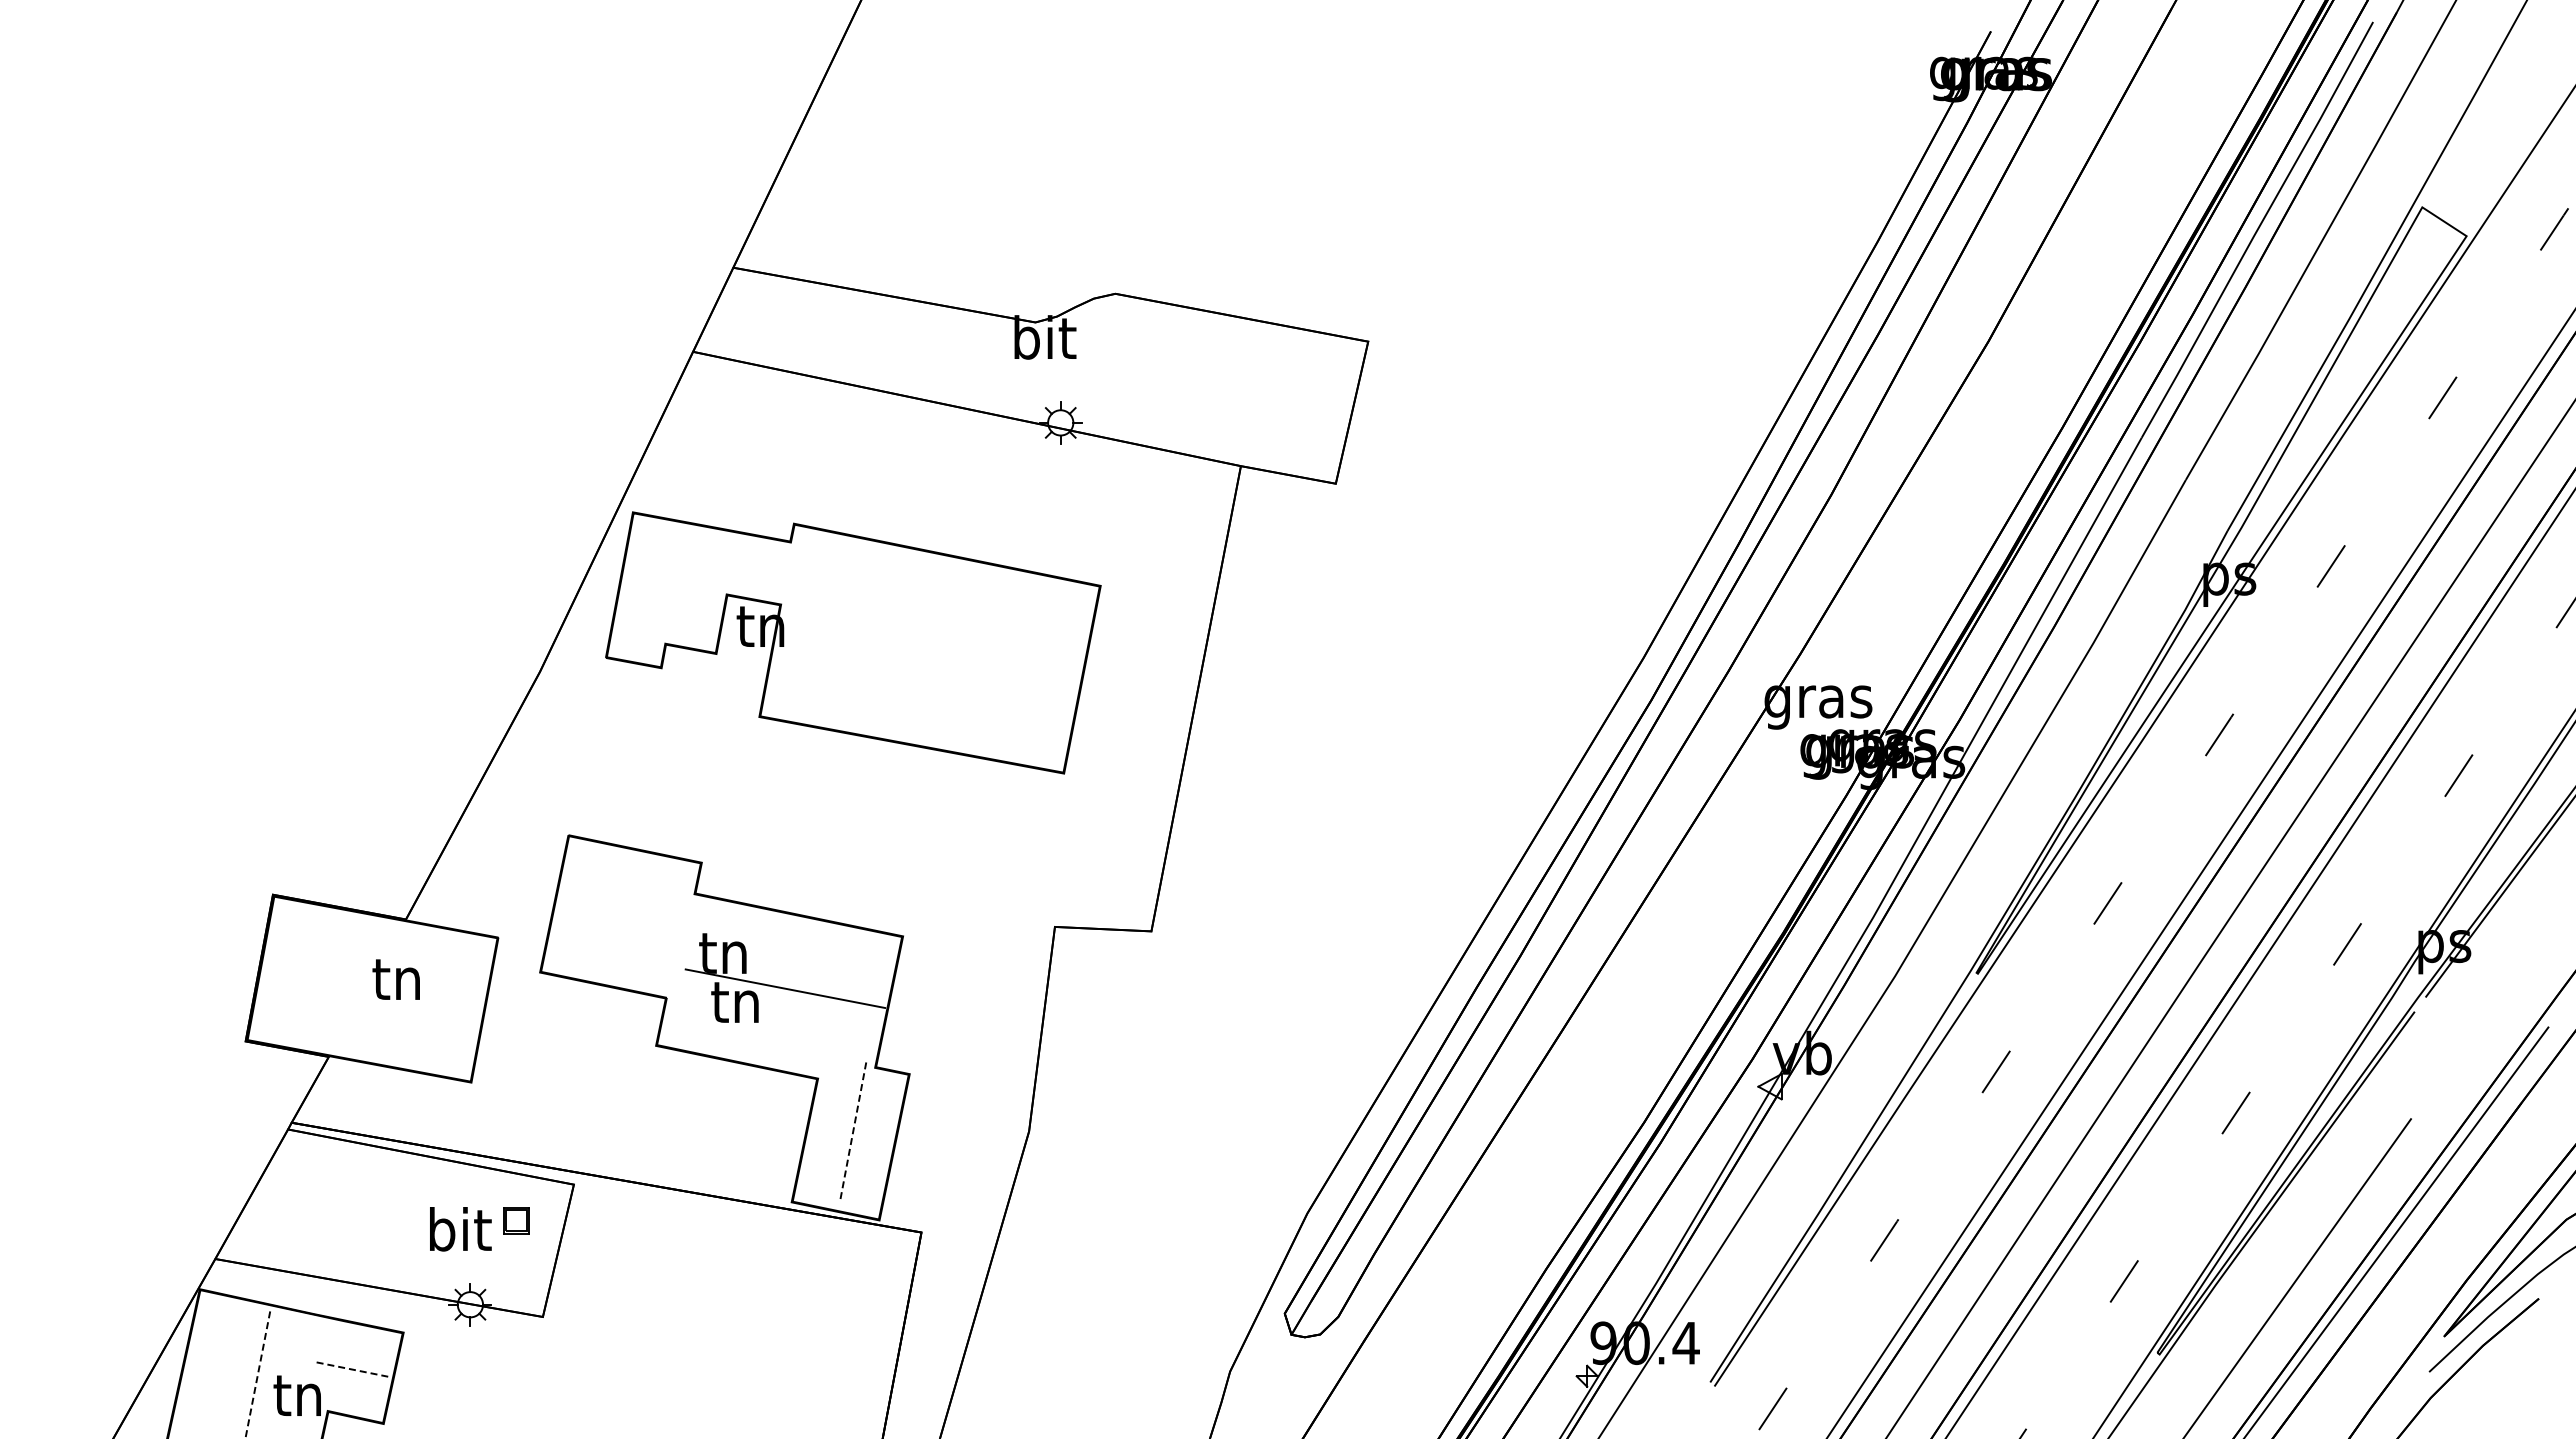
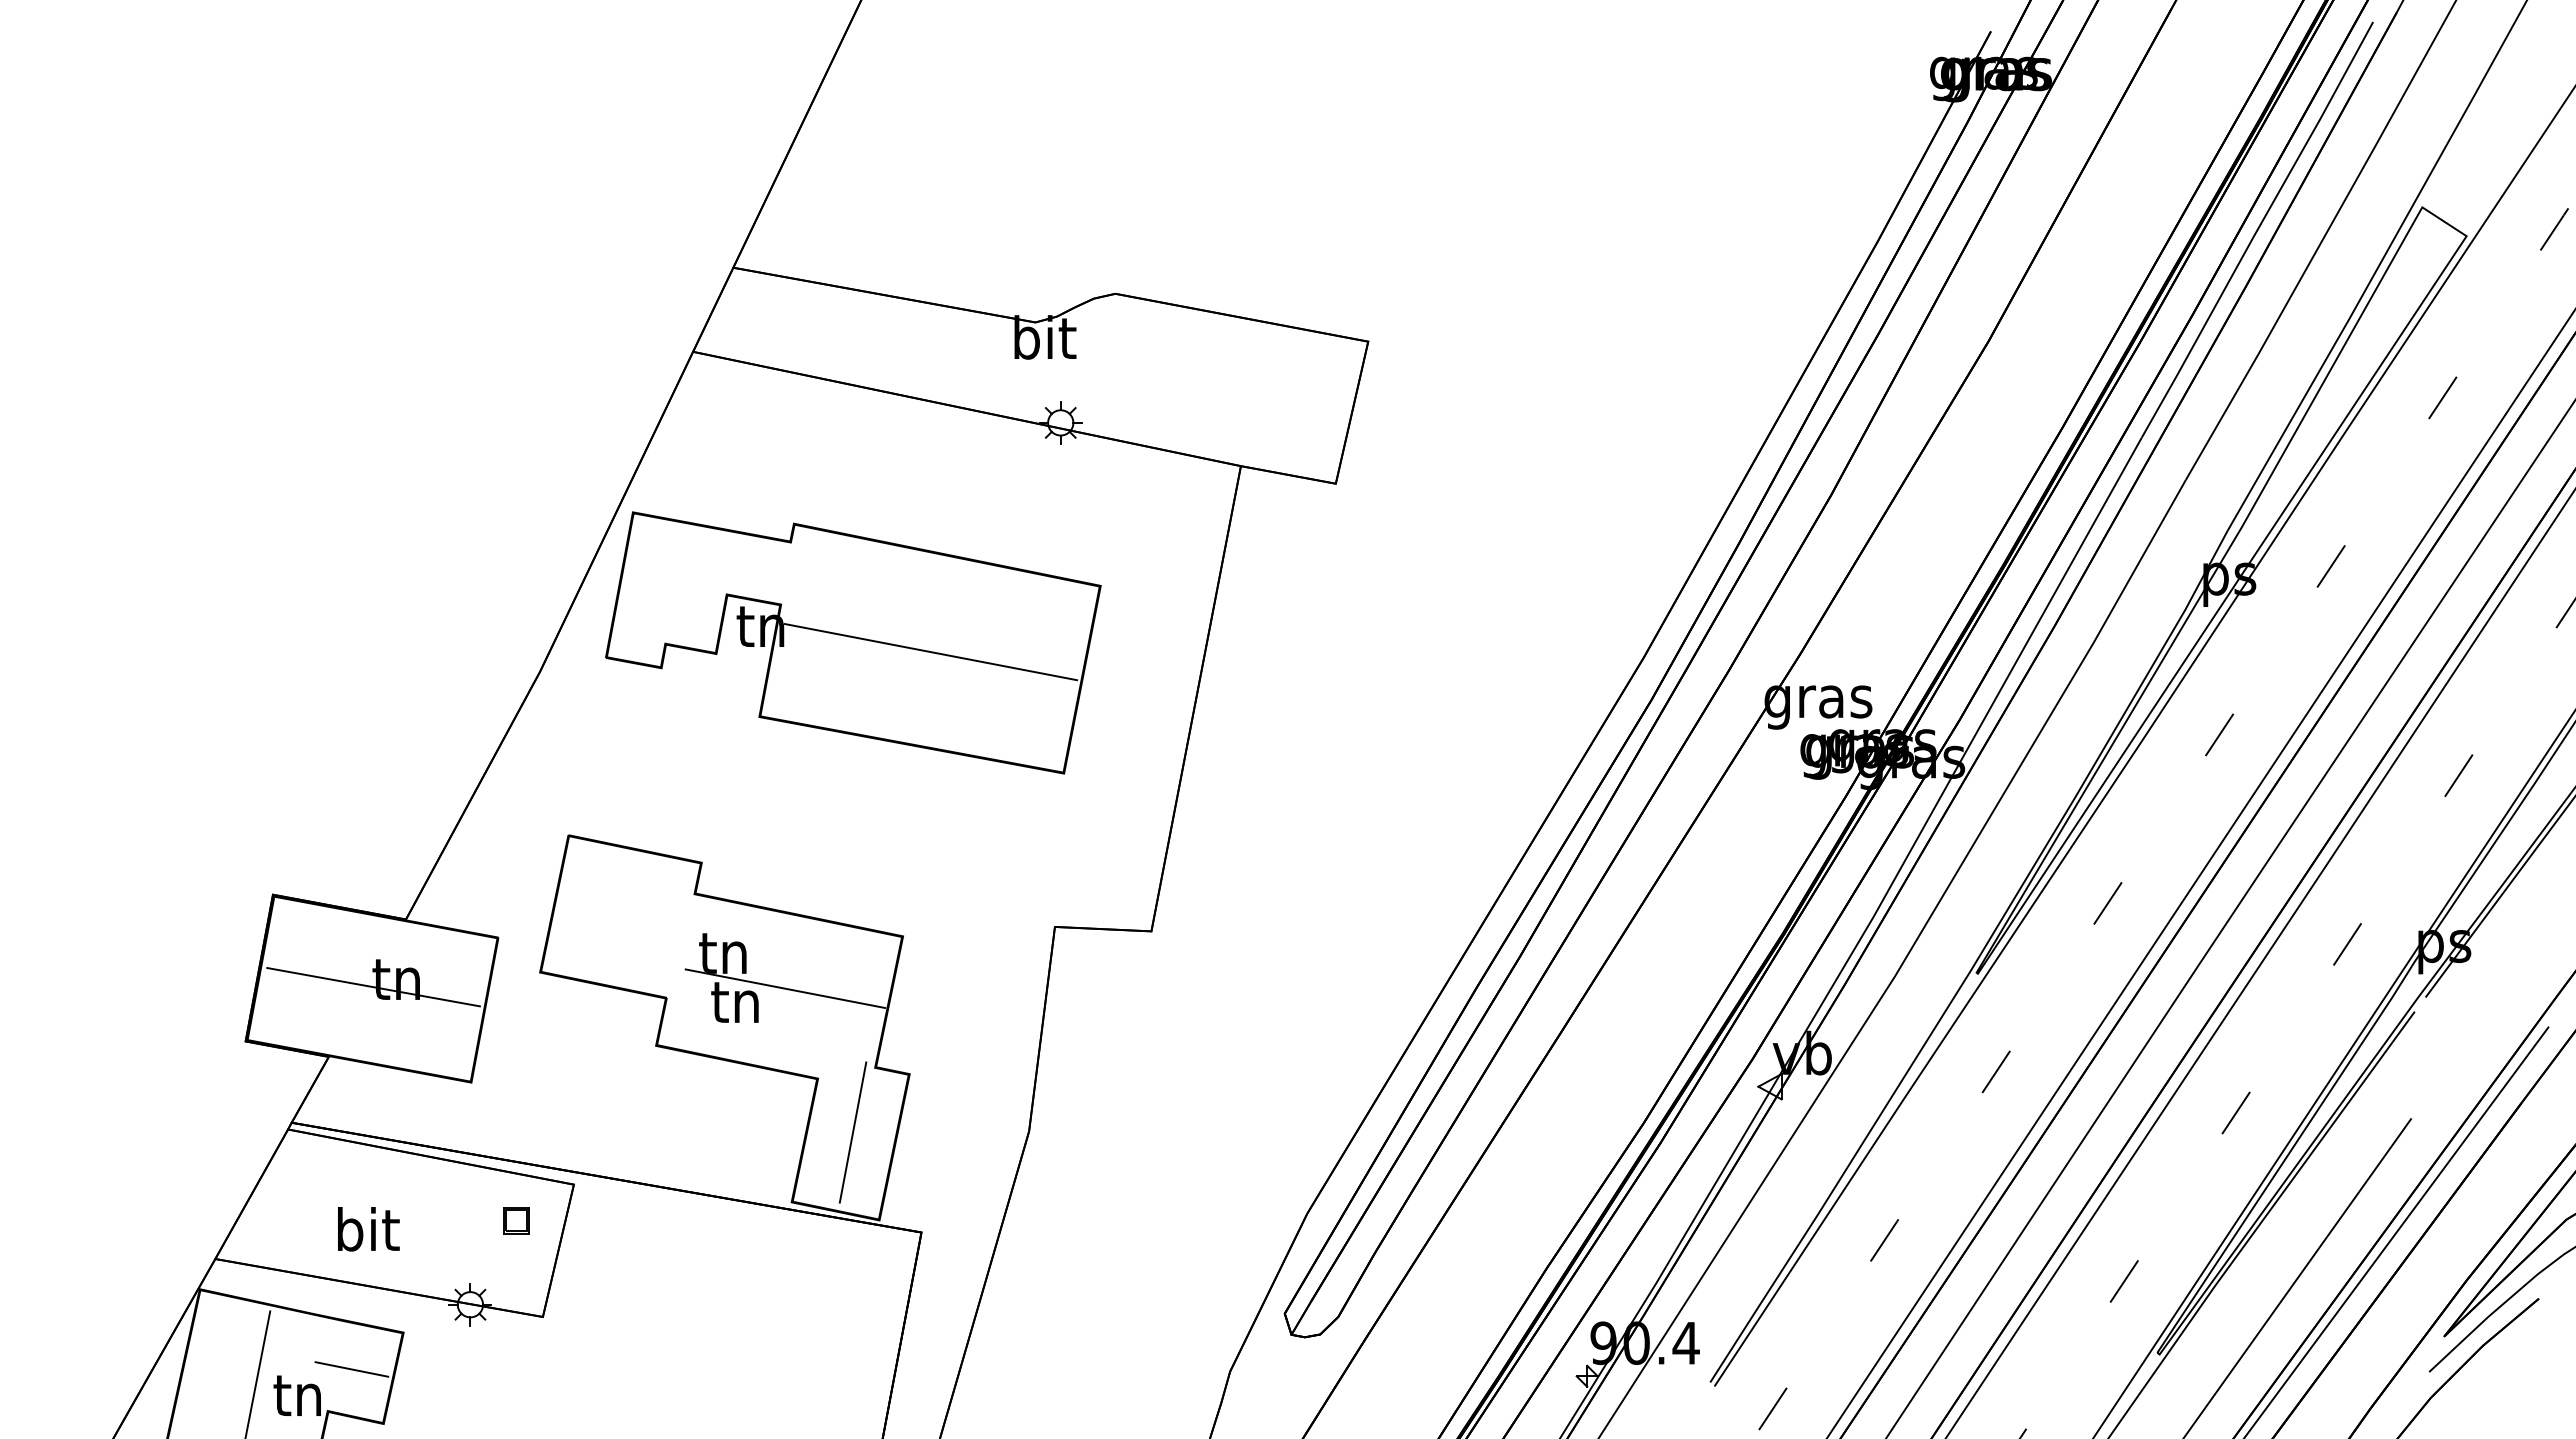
line at (930, 652): none -> present
line at (373, 987): none -> present
line at (852, 1133): dashed -> solid
text at (460, 1229) position: (460, 1229) -> (368, 1229)
line at (351, 1369): dashed -> solid
line at (257, 1375): dashed -> solid
